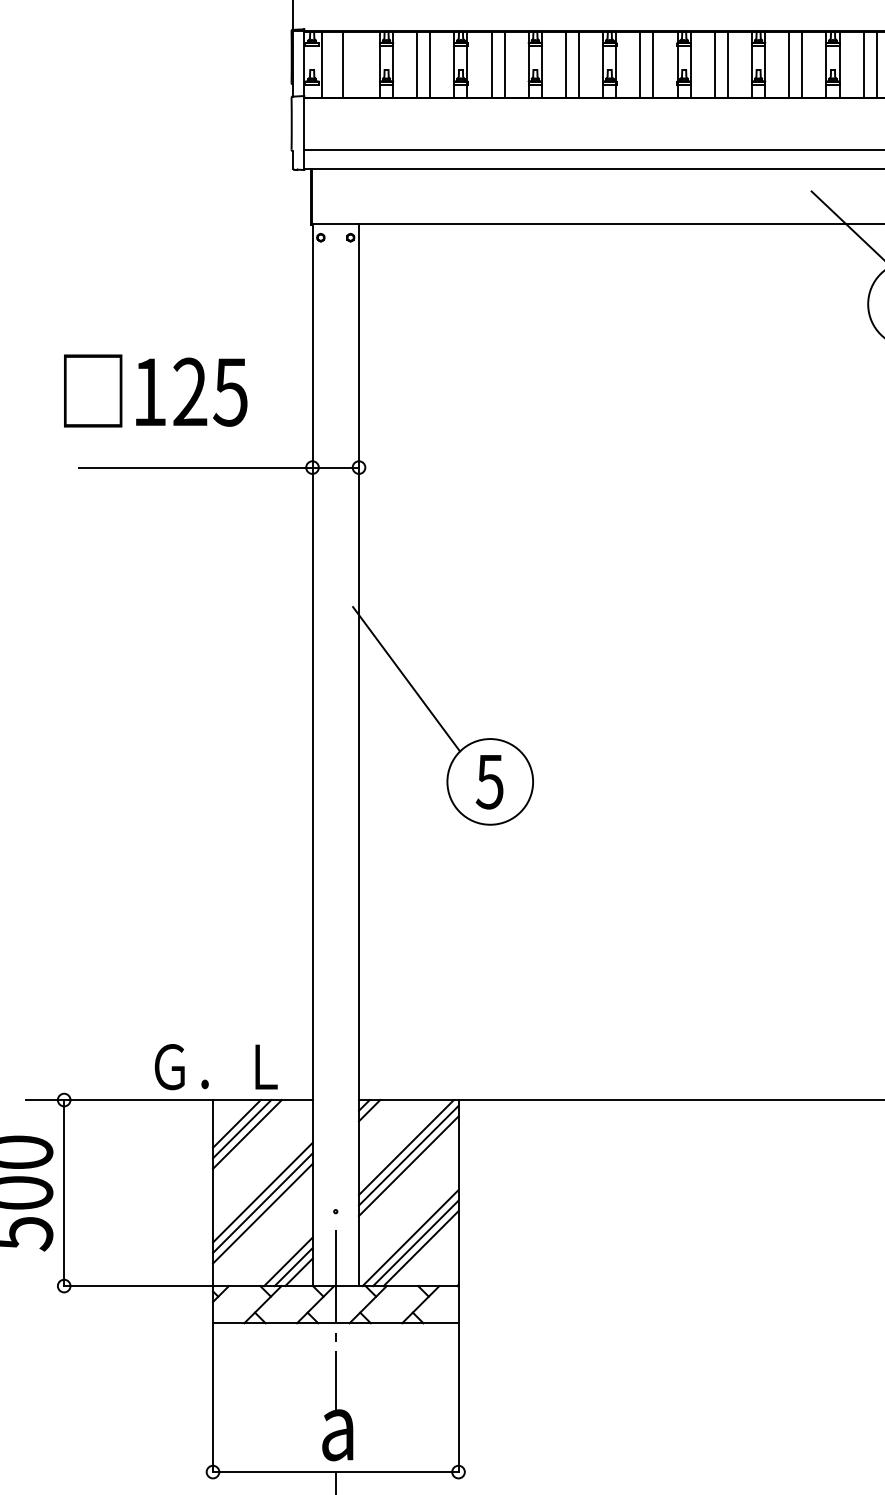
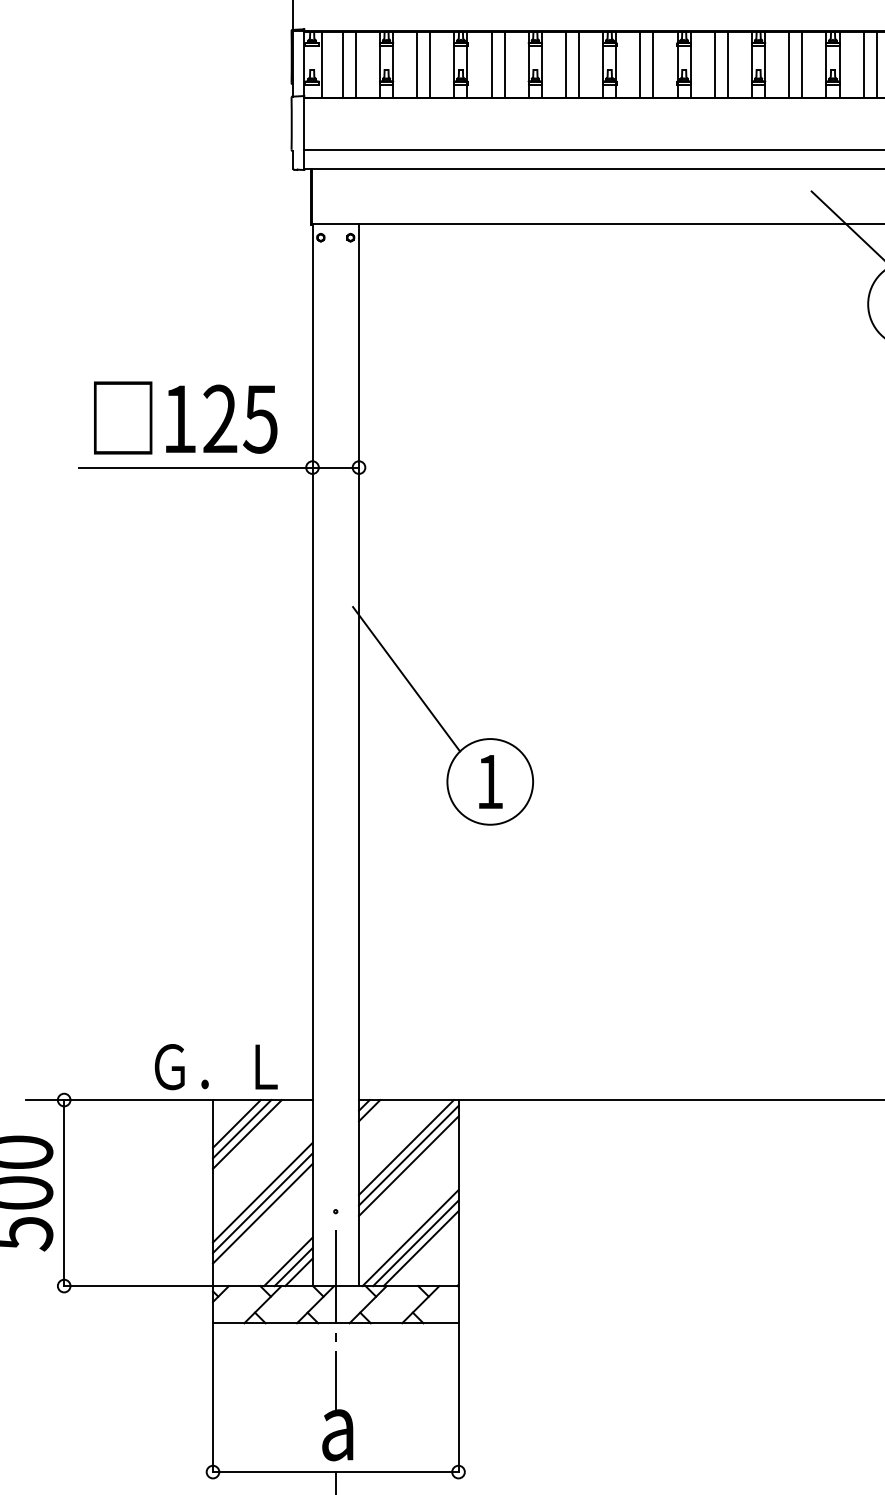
line at (355, 64): none -> present
text at (155, 390) position: (155, 390) -> (185, 417)
text at (489, 782): 5 -> 1
